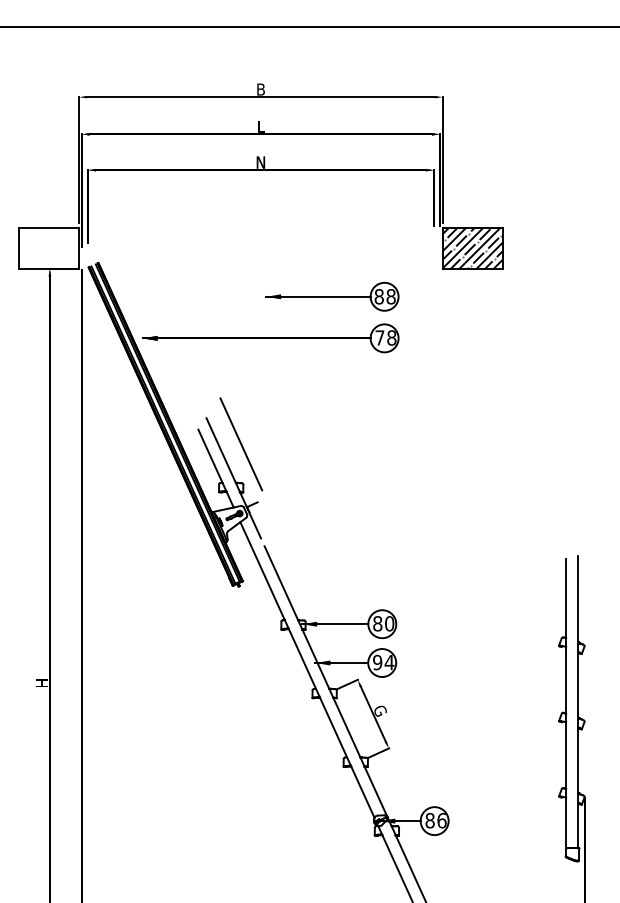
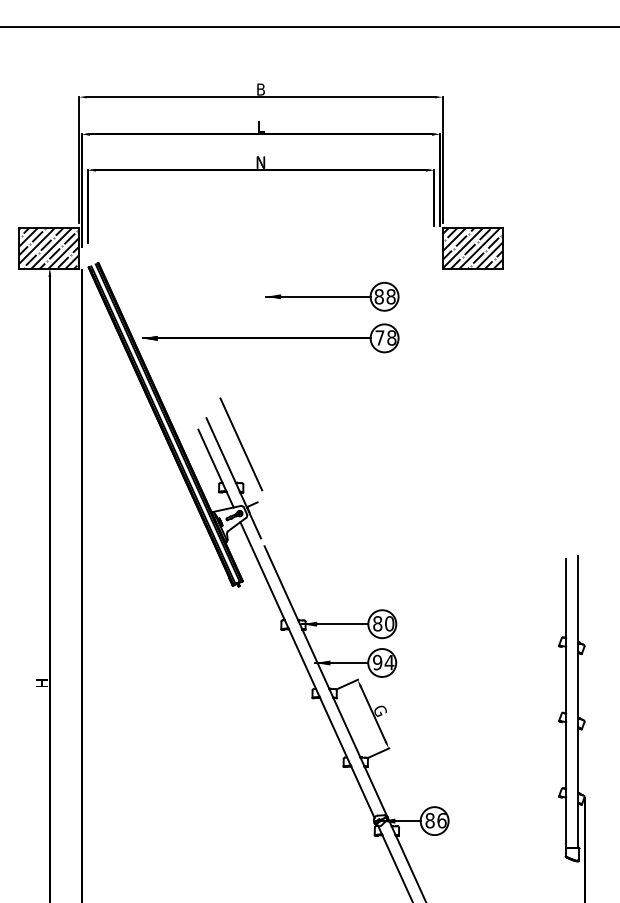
hatch at (48, 248): none -> present
